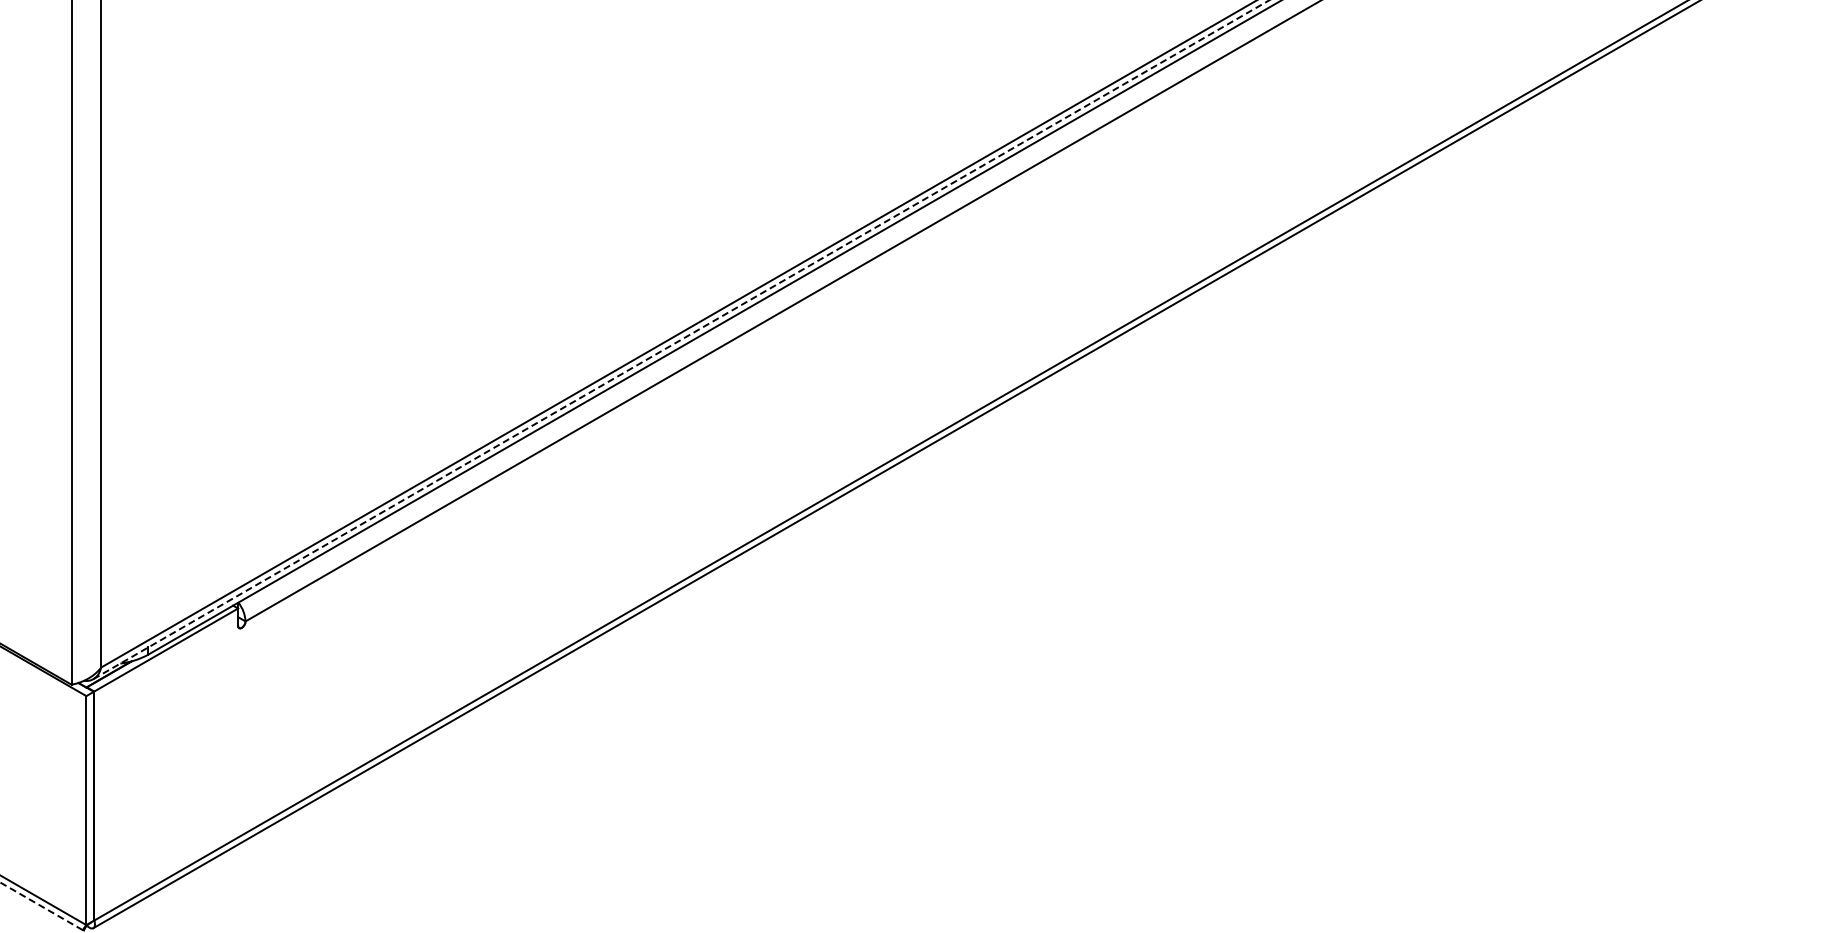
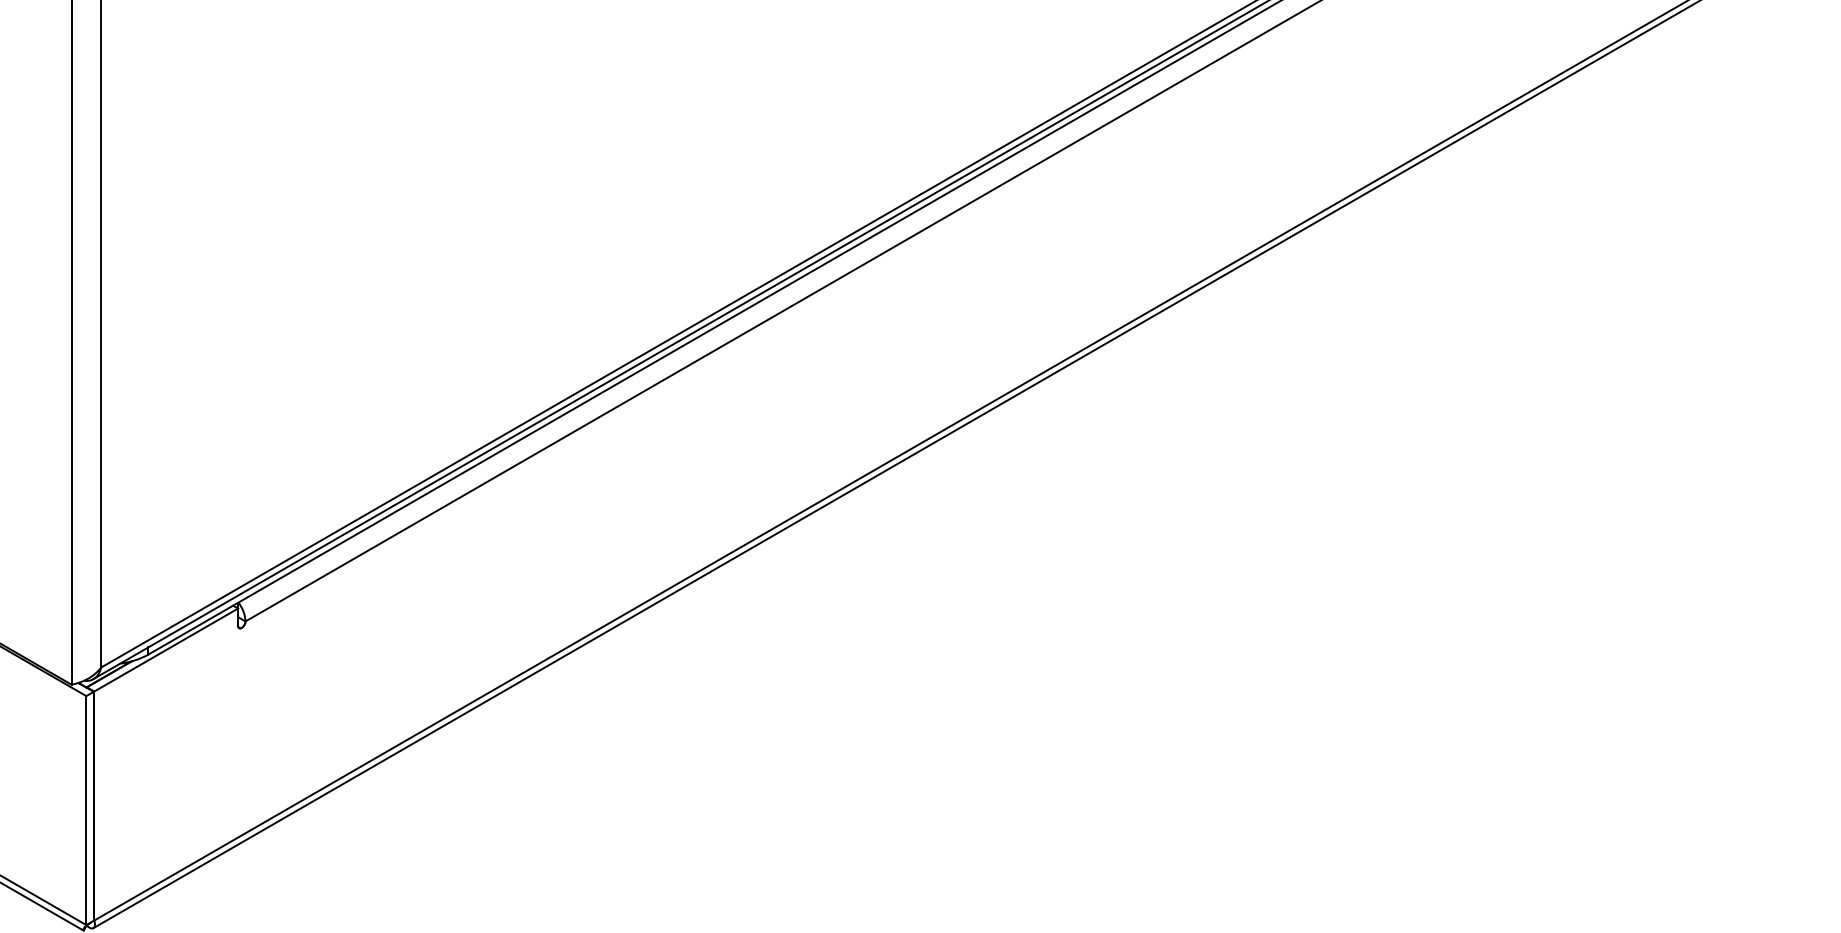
line at (681, 339): dashed -> solid
line at (41, 906): dashed -> solid
